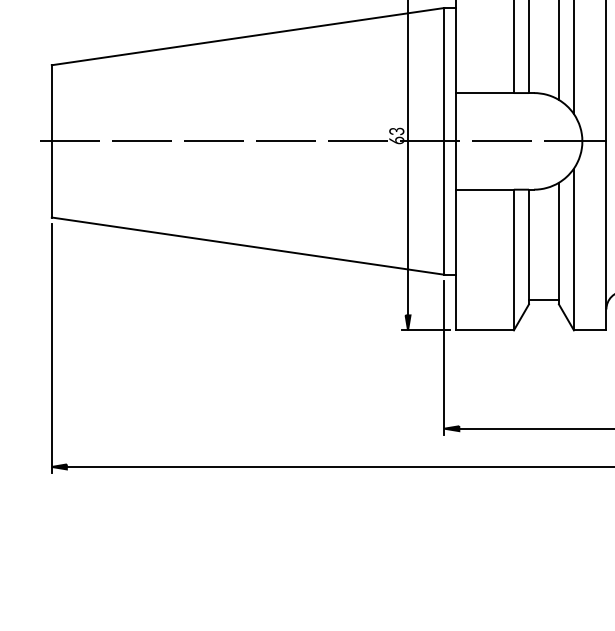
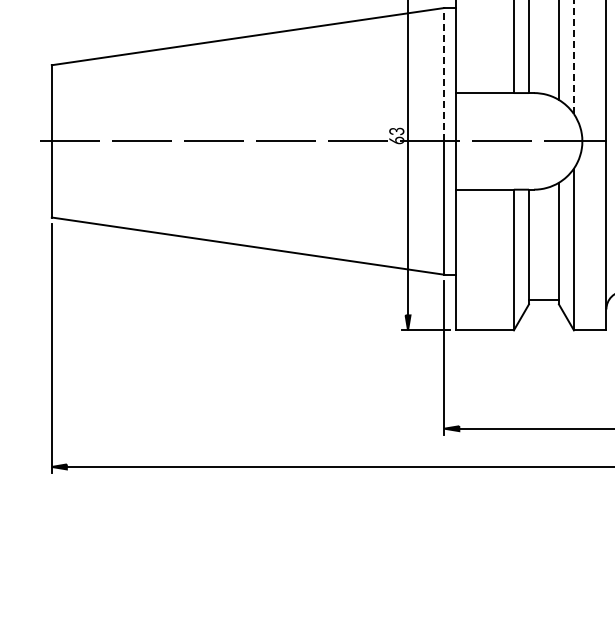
line at (573, 57): solid -> dashed
line at (444, 74): solid -> dashed
